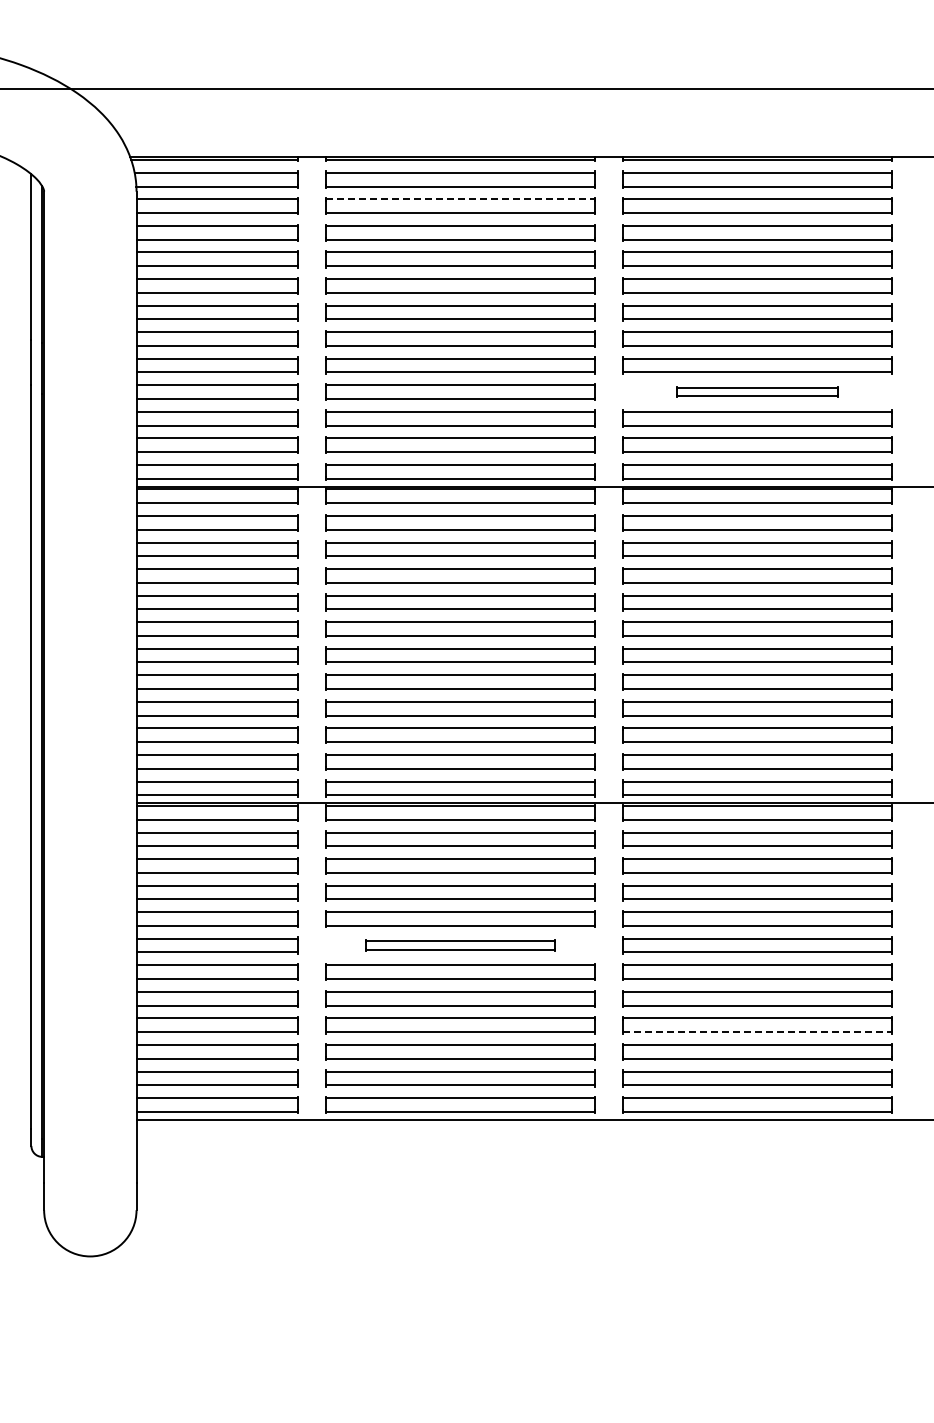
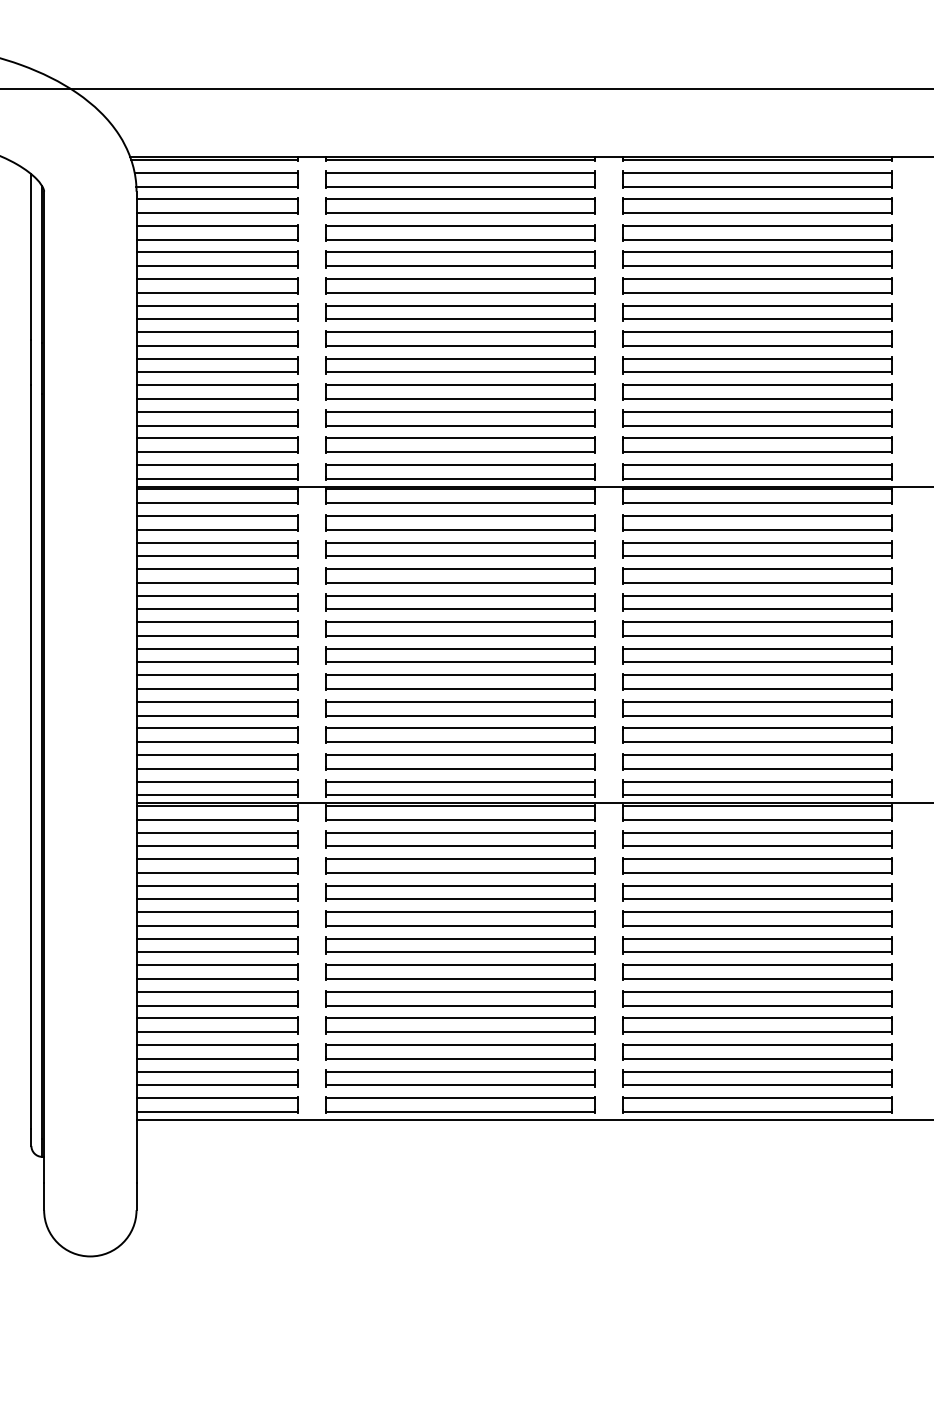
line at (460, 199): dashed -> solid
part at (757, 391) size: 163x12 px -> 271x18 px
part at (460, 945) size: 191x13 px -> 271x19 px
line at (757, 1032): dashed -> solid
